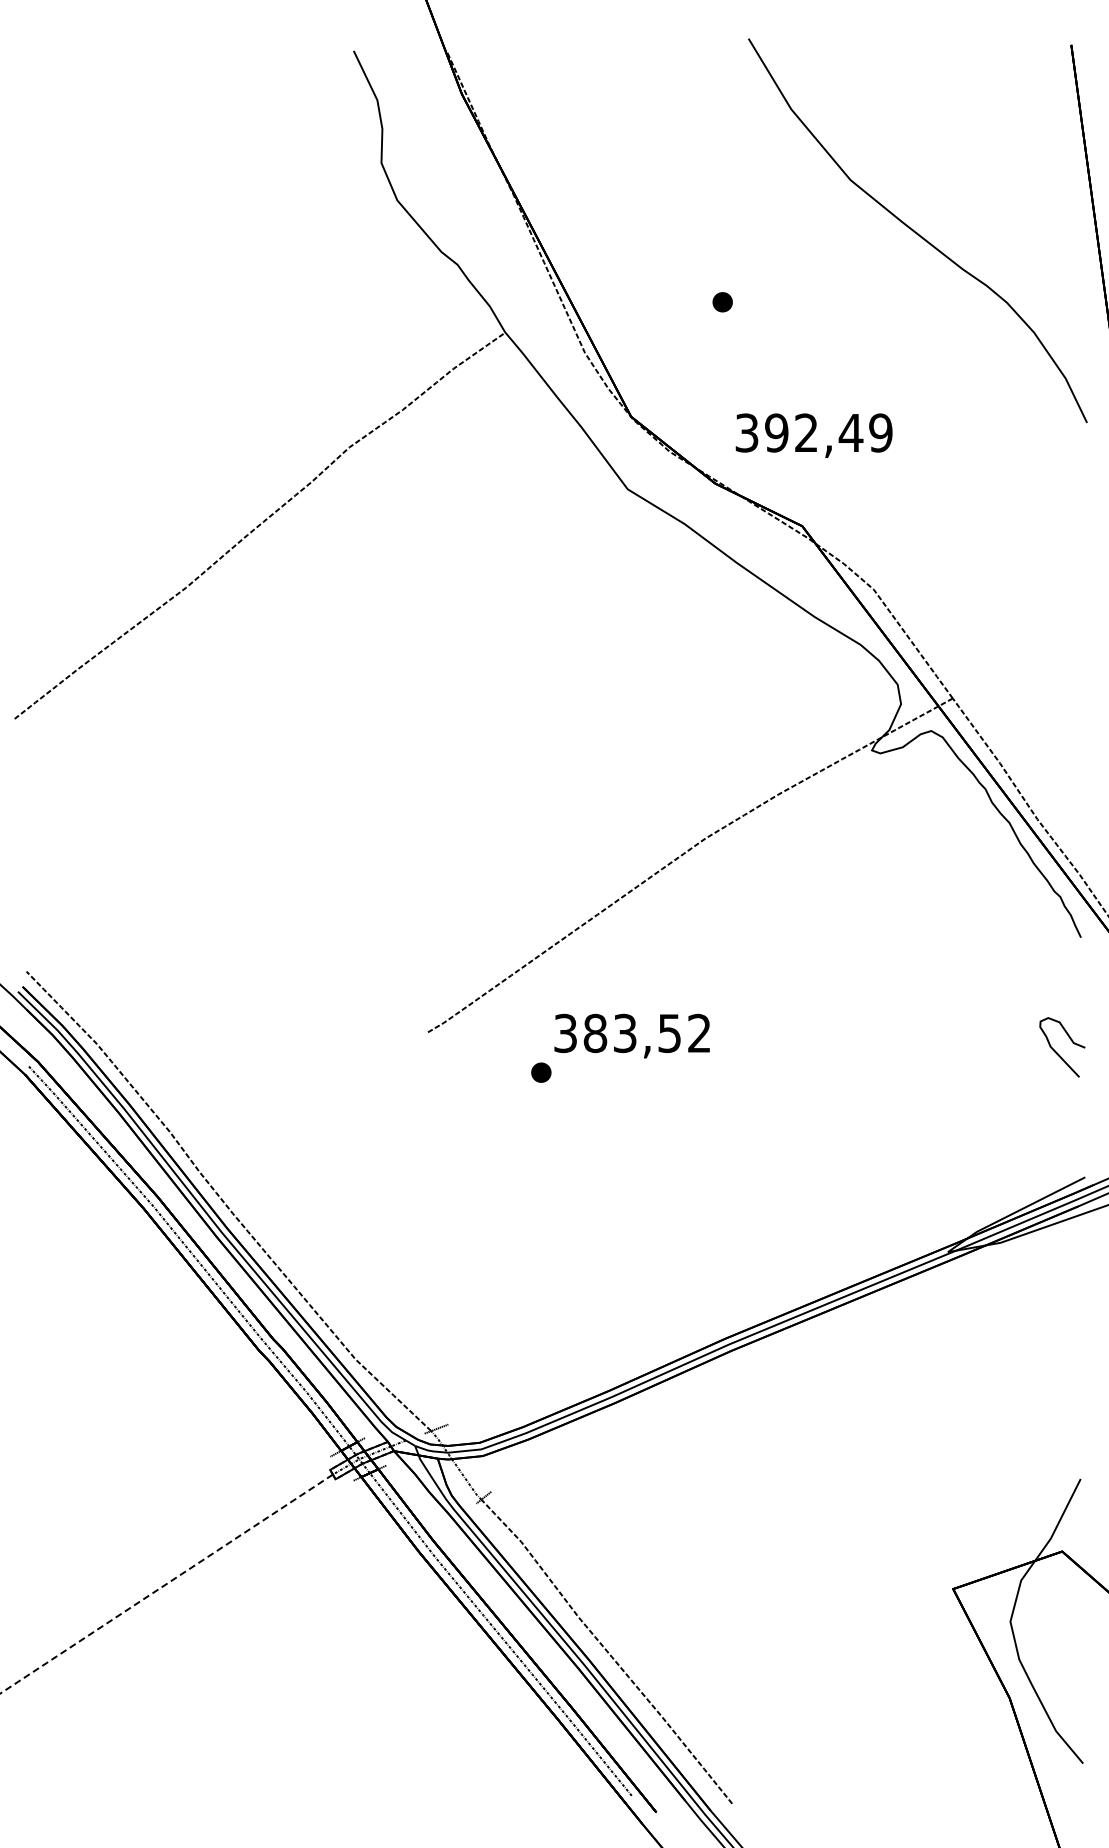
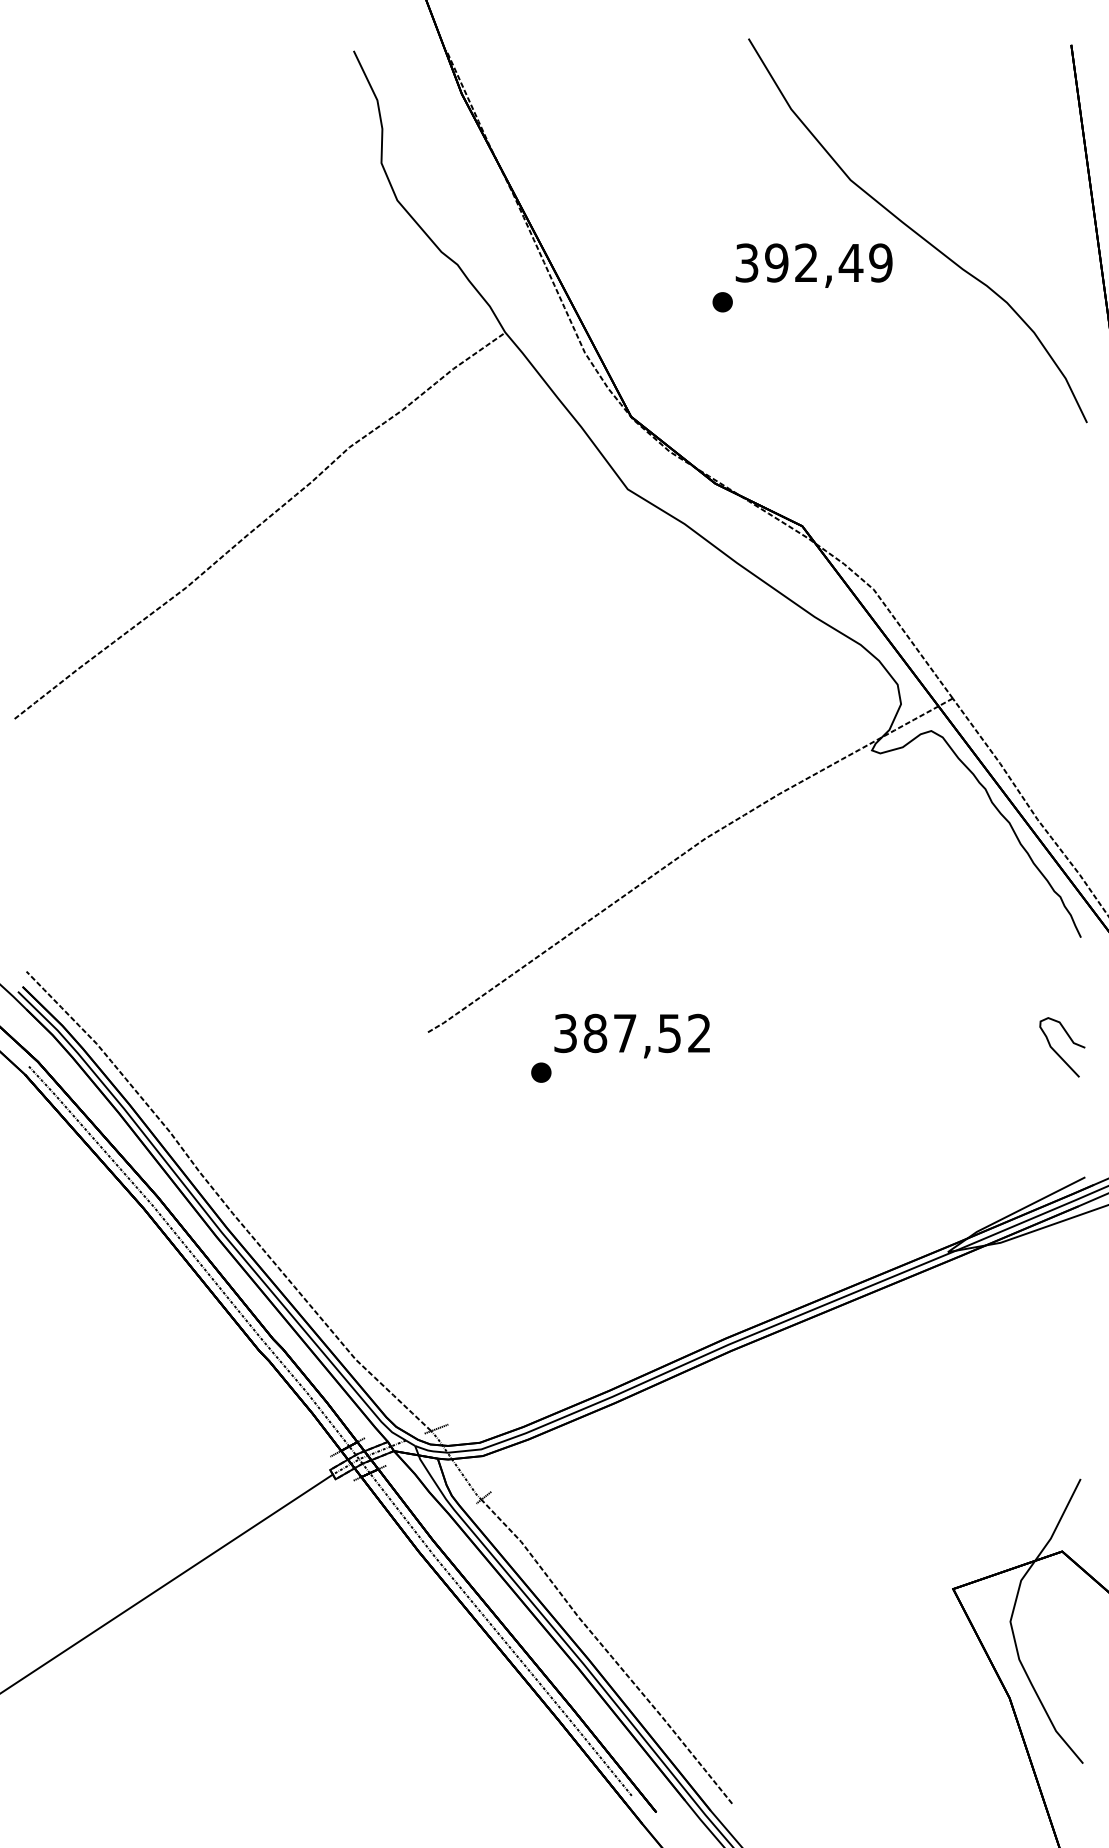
text at (813, 435) position: (813, 435) -> (813, 265)
text at (625, 1033): 383,52 -> 387,52
line at (166, 1583): dashed -> solid
